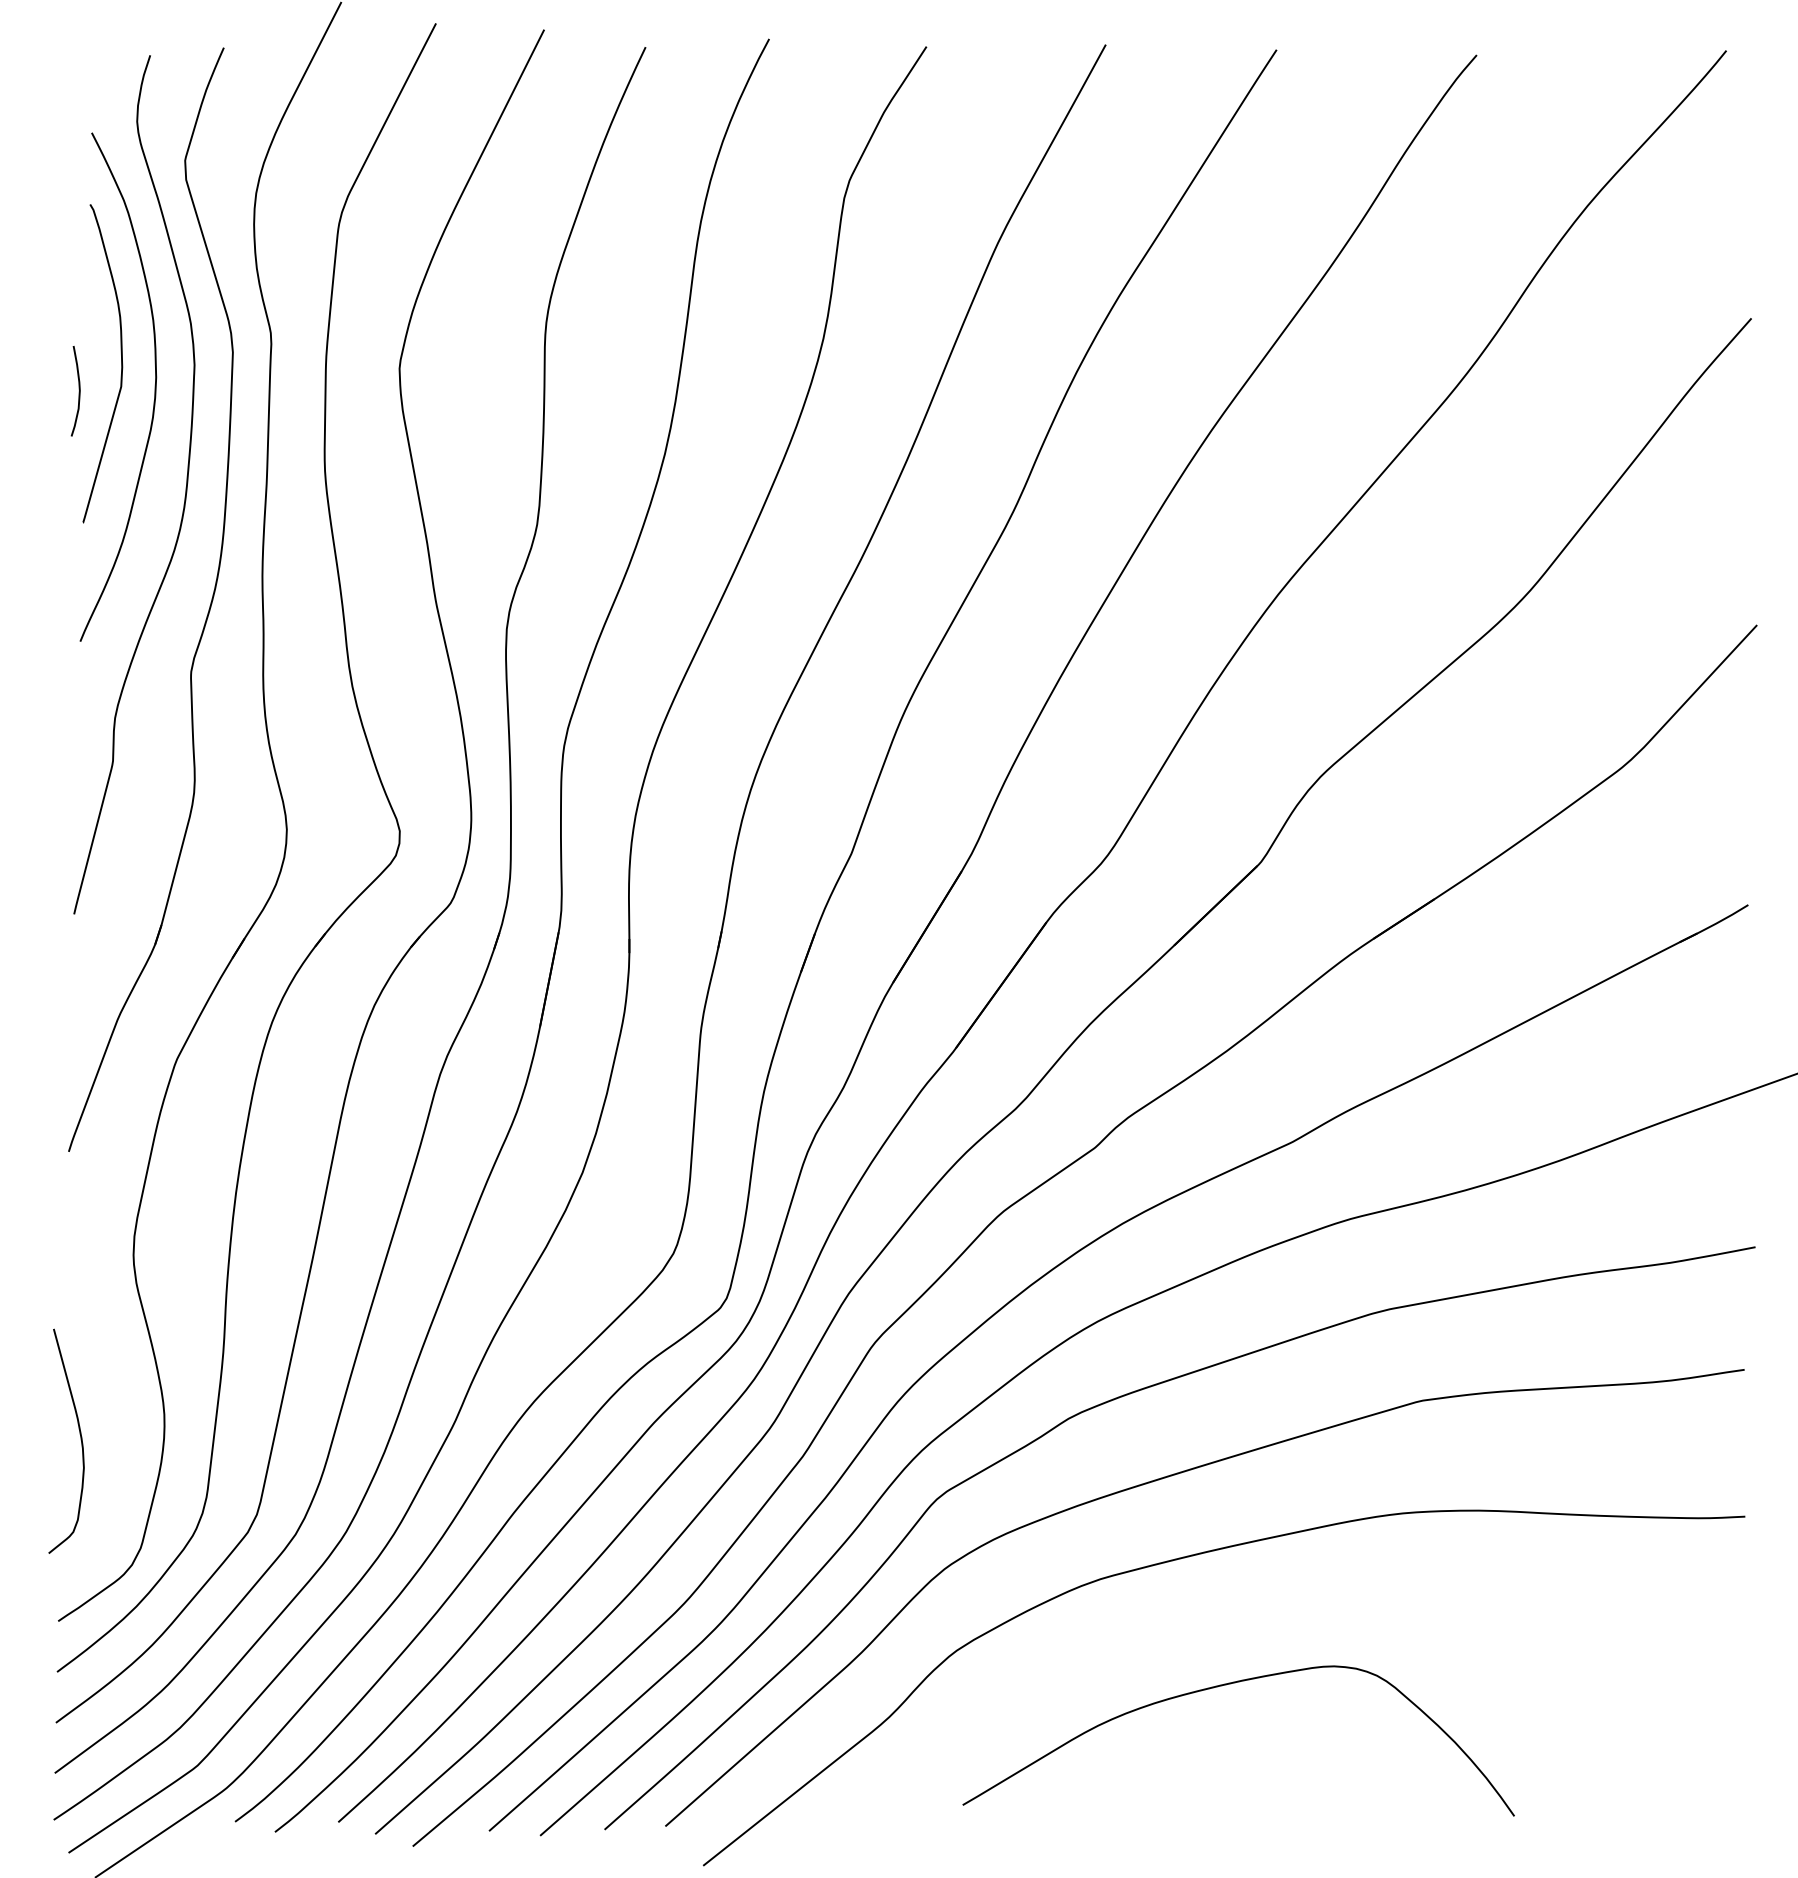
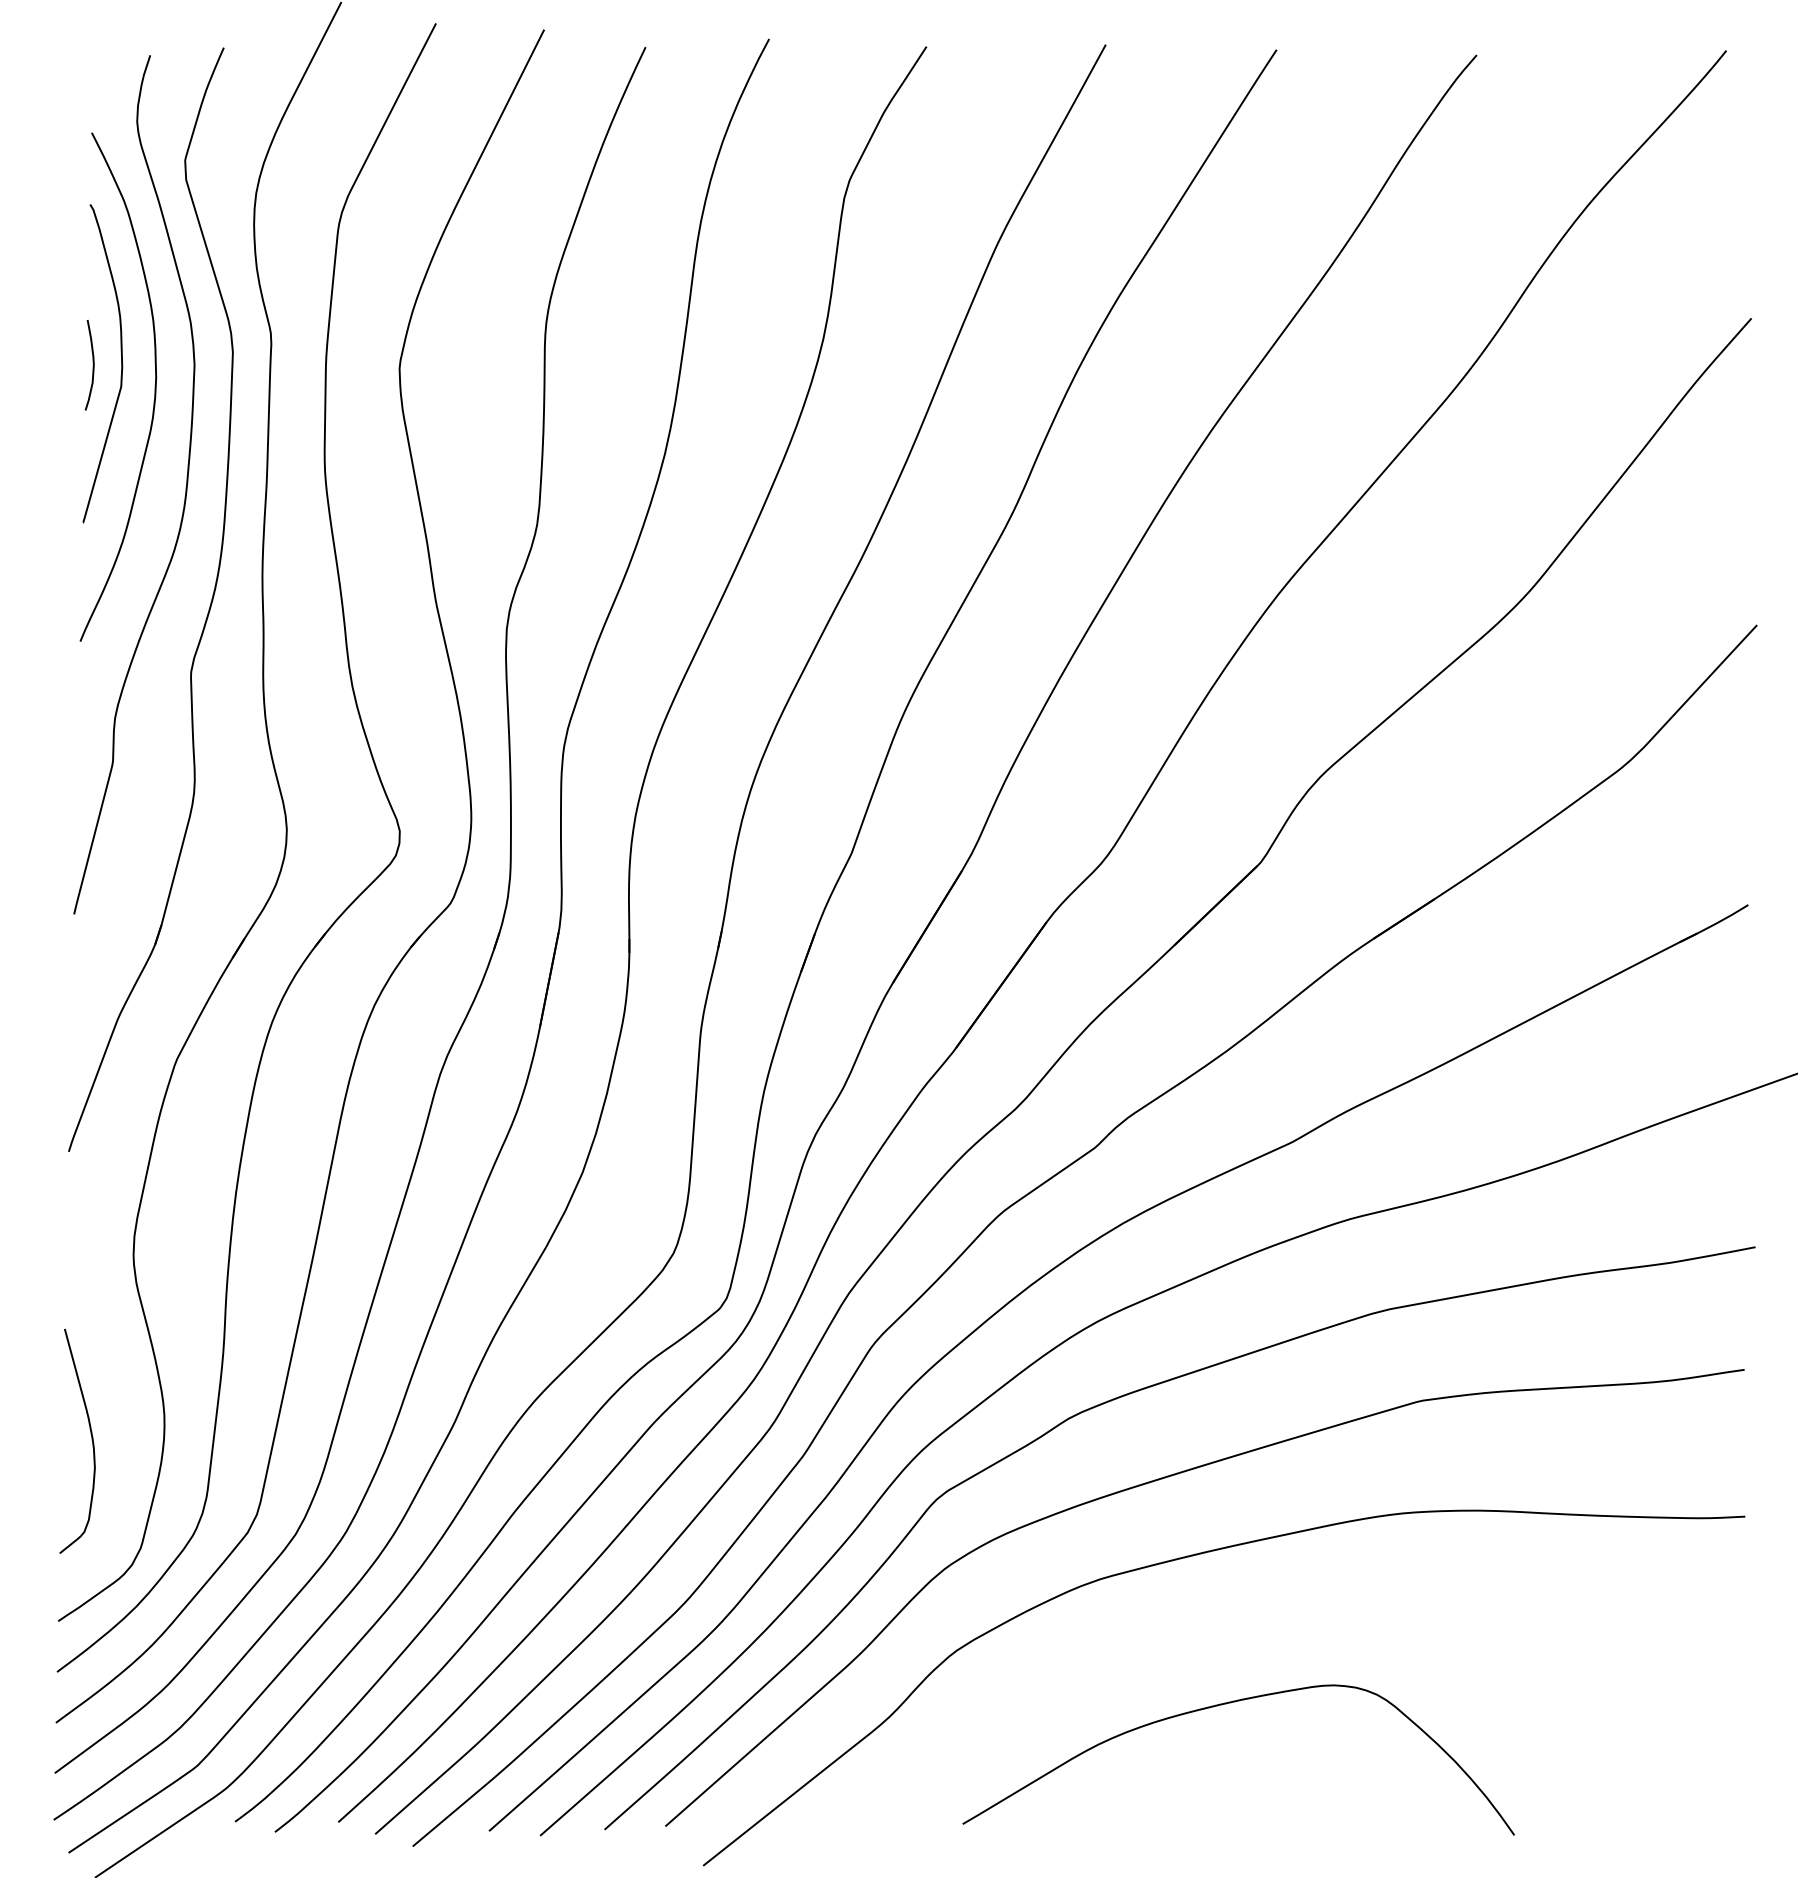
curve at (78, 391) position: (78, 391) -> (92, 365)
curve at (80, 1440) position: (80, 1440) -> (91, 1440)
curve at (1226, 1685) position: (1226, 1685) -> (1226, 1704)
